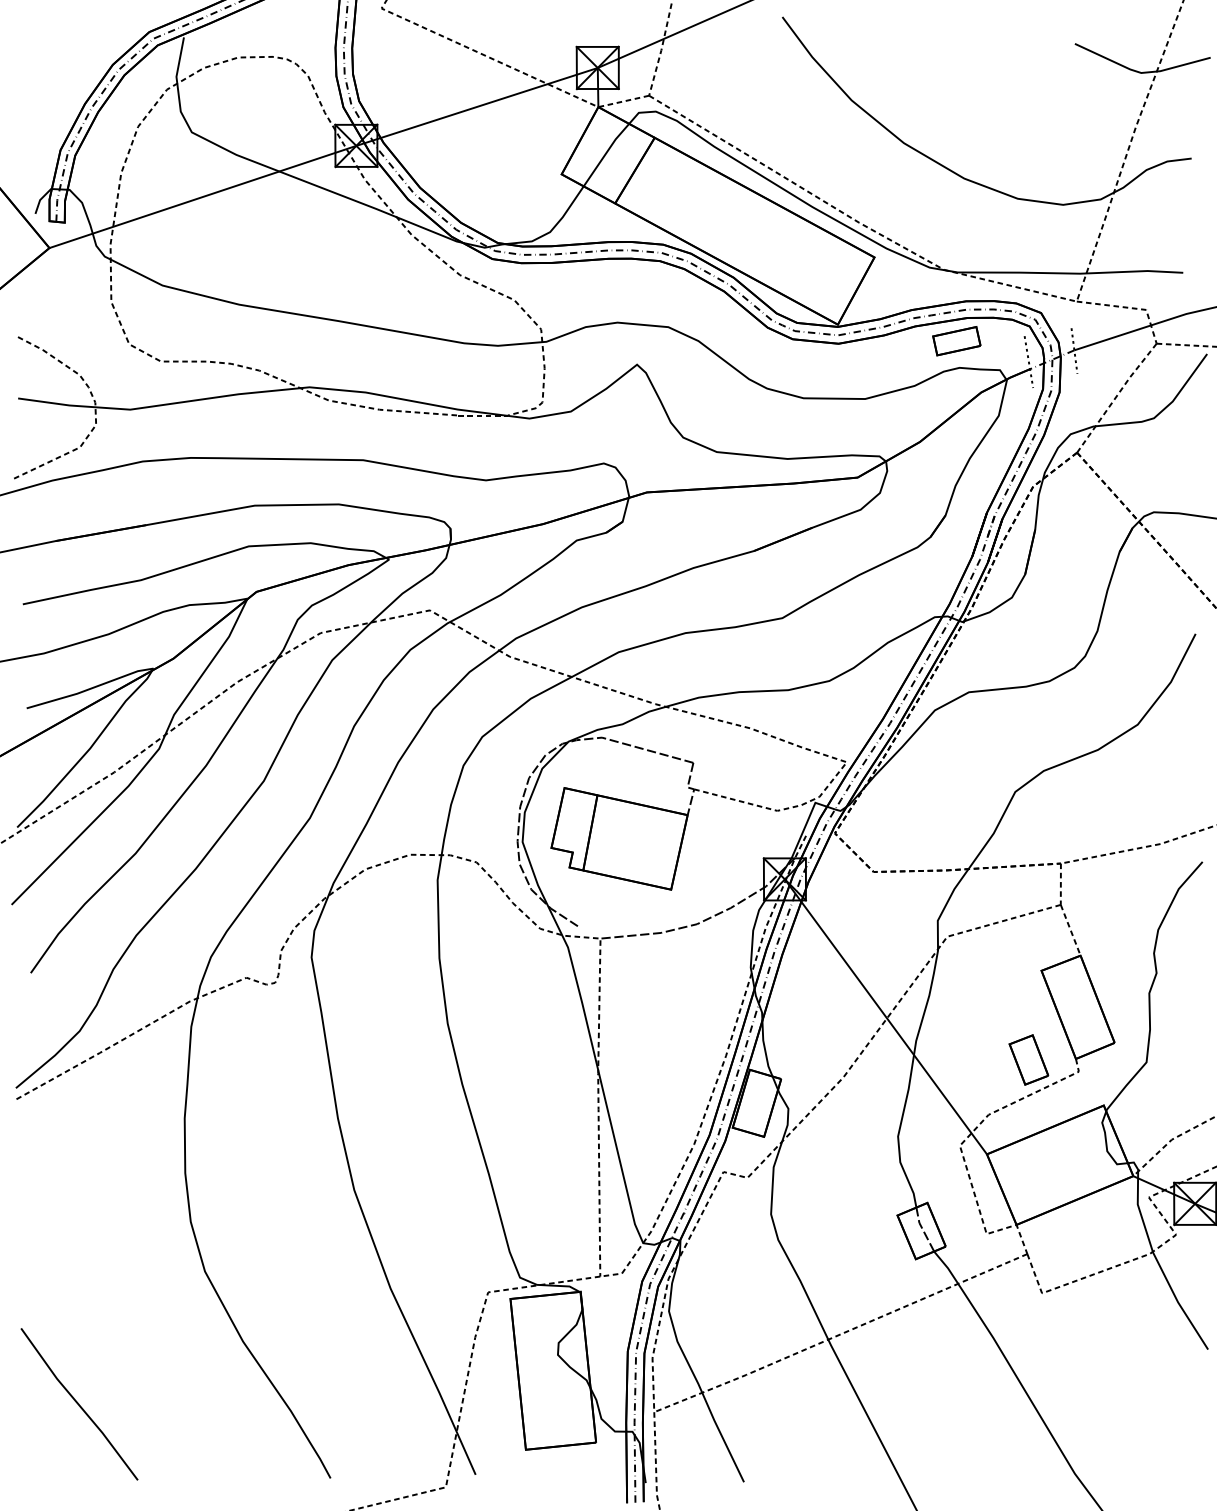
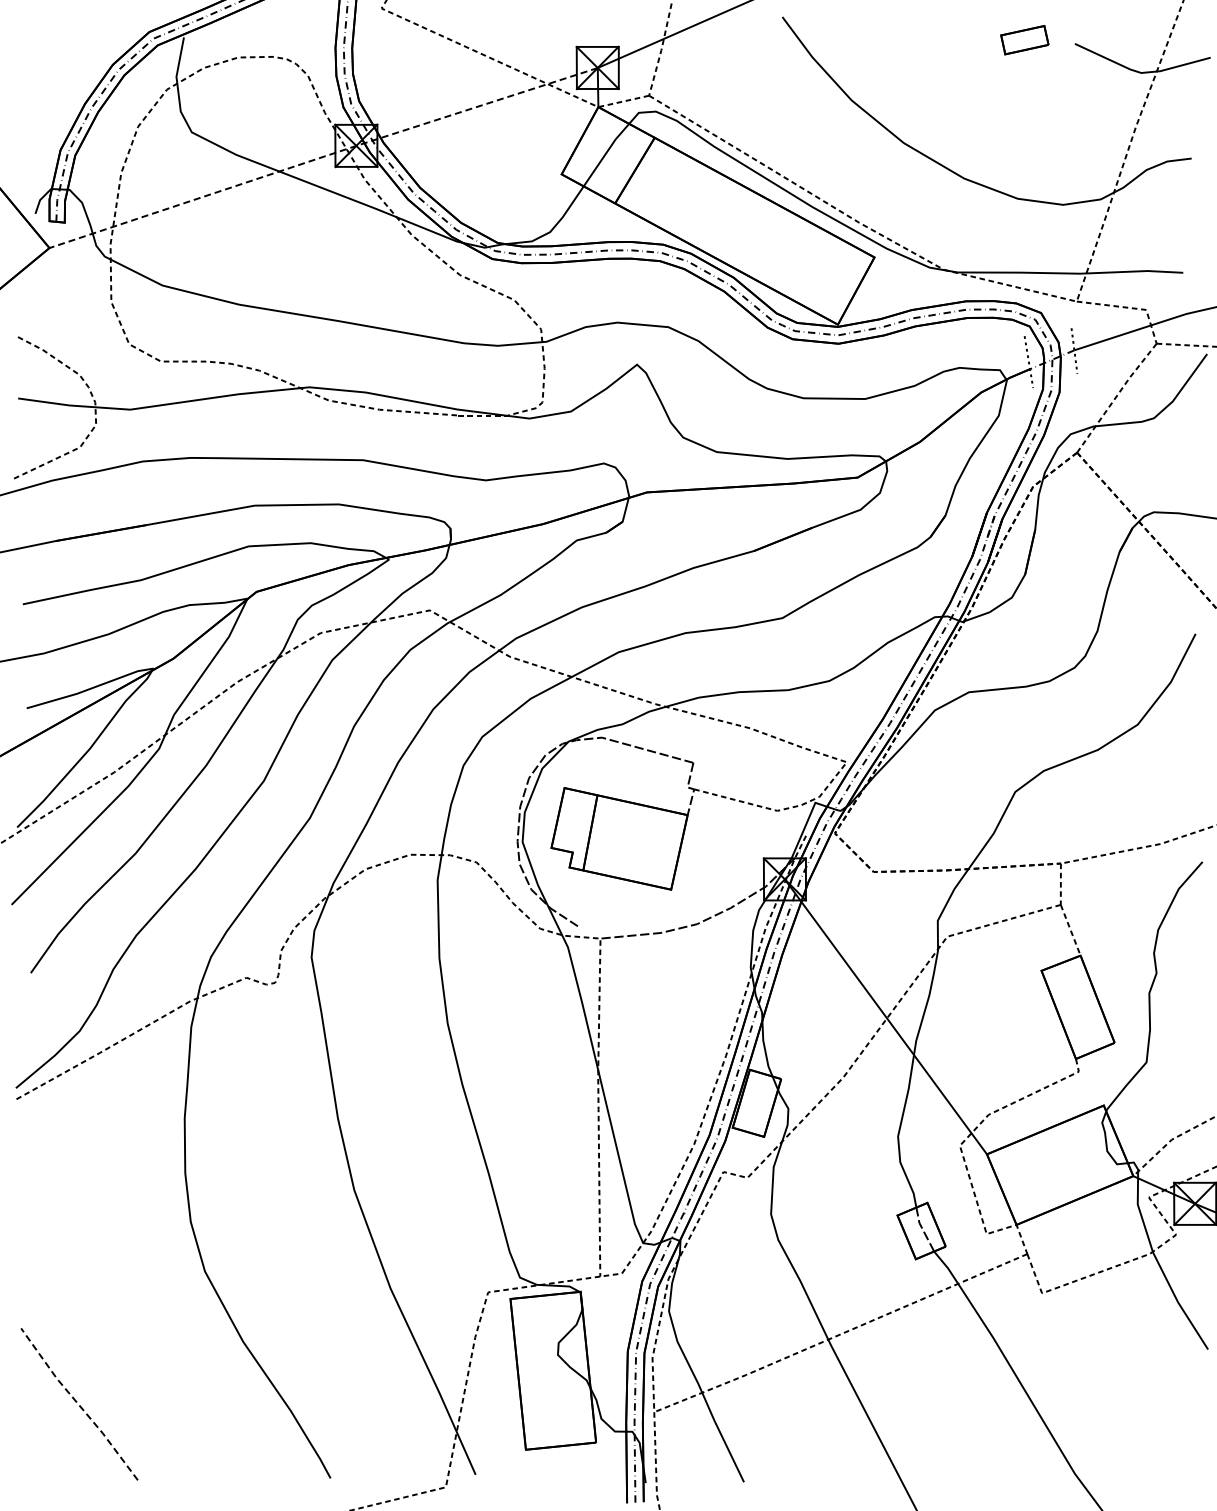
line at (323, 156): solid -> dashed
part at (956, 341) position: (956, 341) -> (1024, 40)
part at (1028, 1059): present -> none
line at (78, 1404): solid -> dashed
